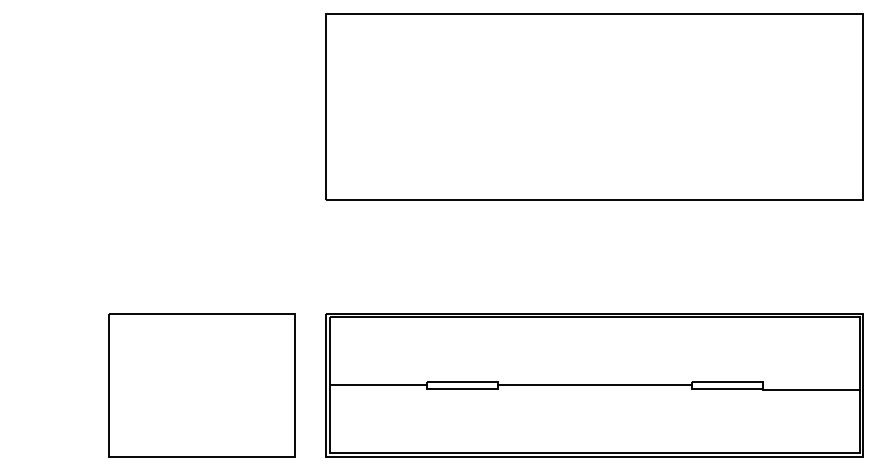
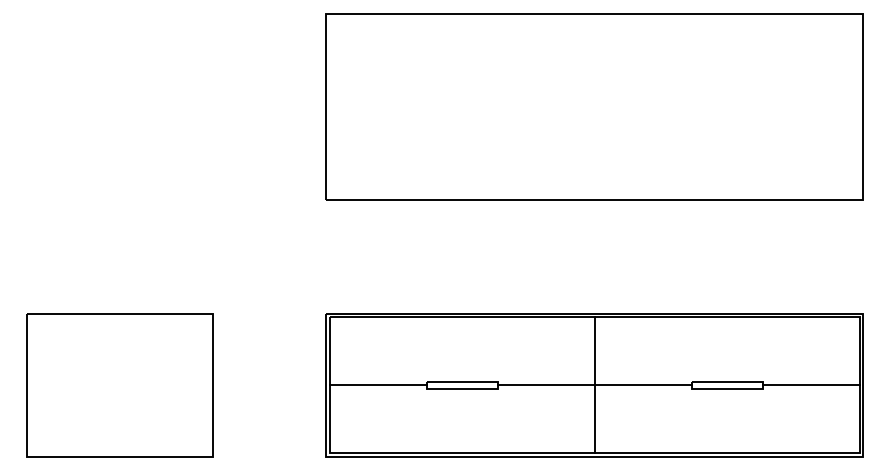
part at (201, 385) position: (201, 385) -> (119, 385)
line at (594, 385): none -> present
line at (811, 390) position: (811, 390) -> (811, 385)
